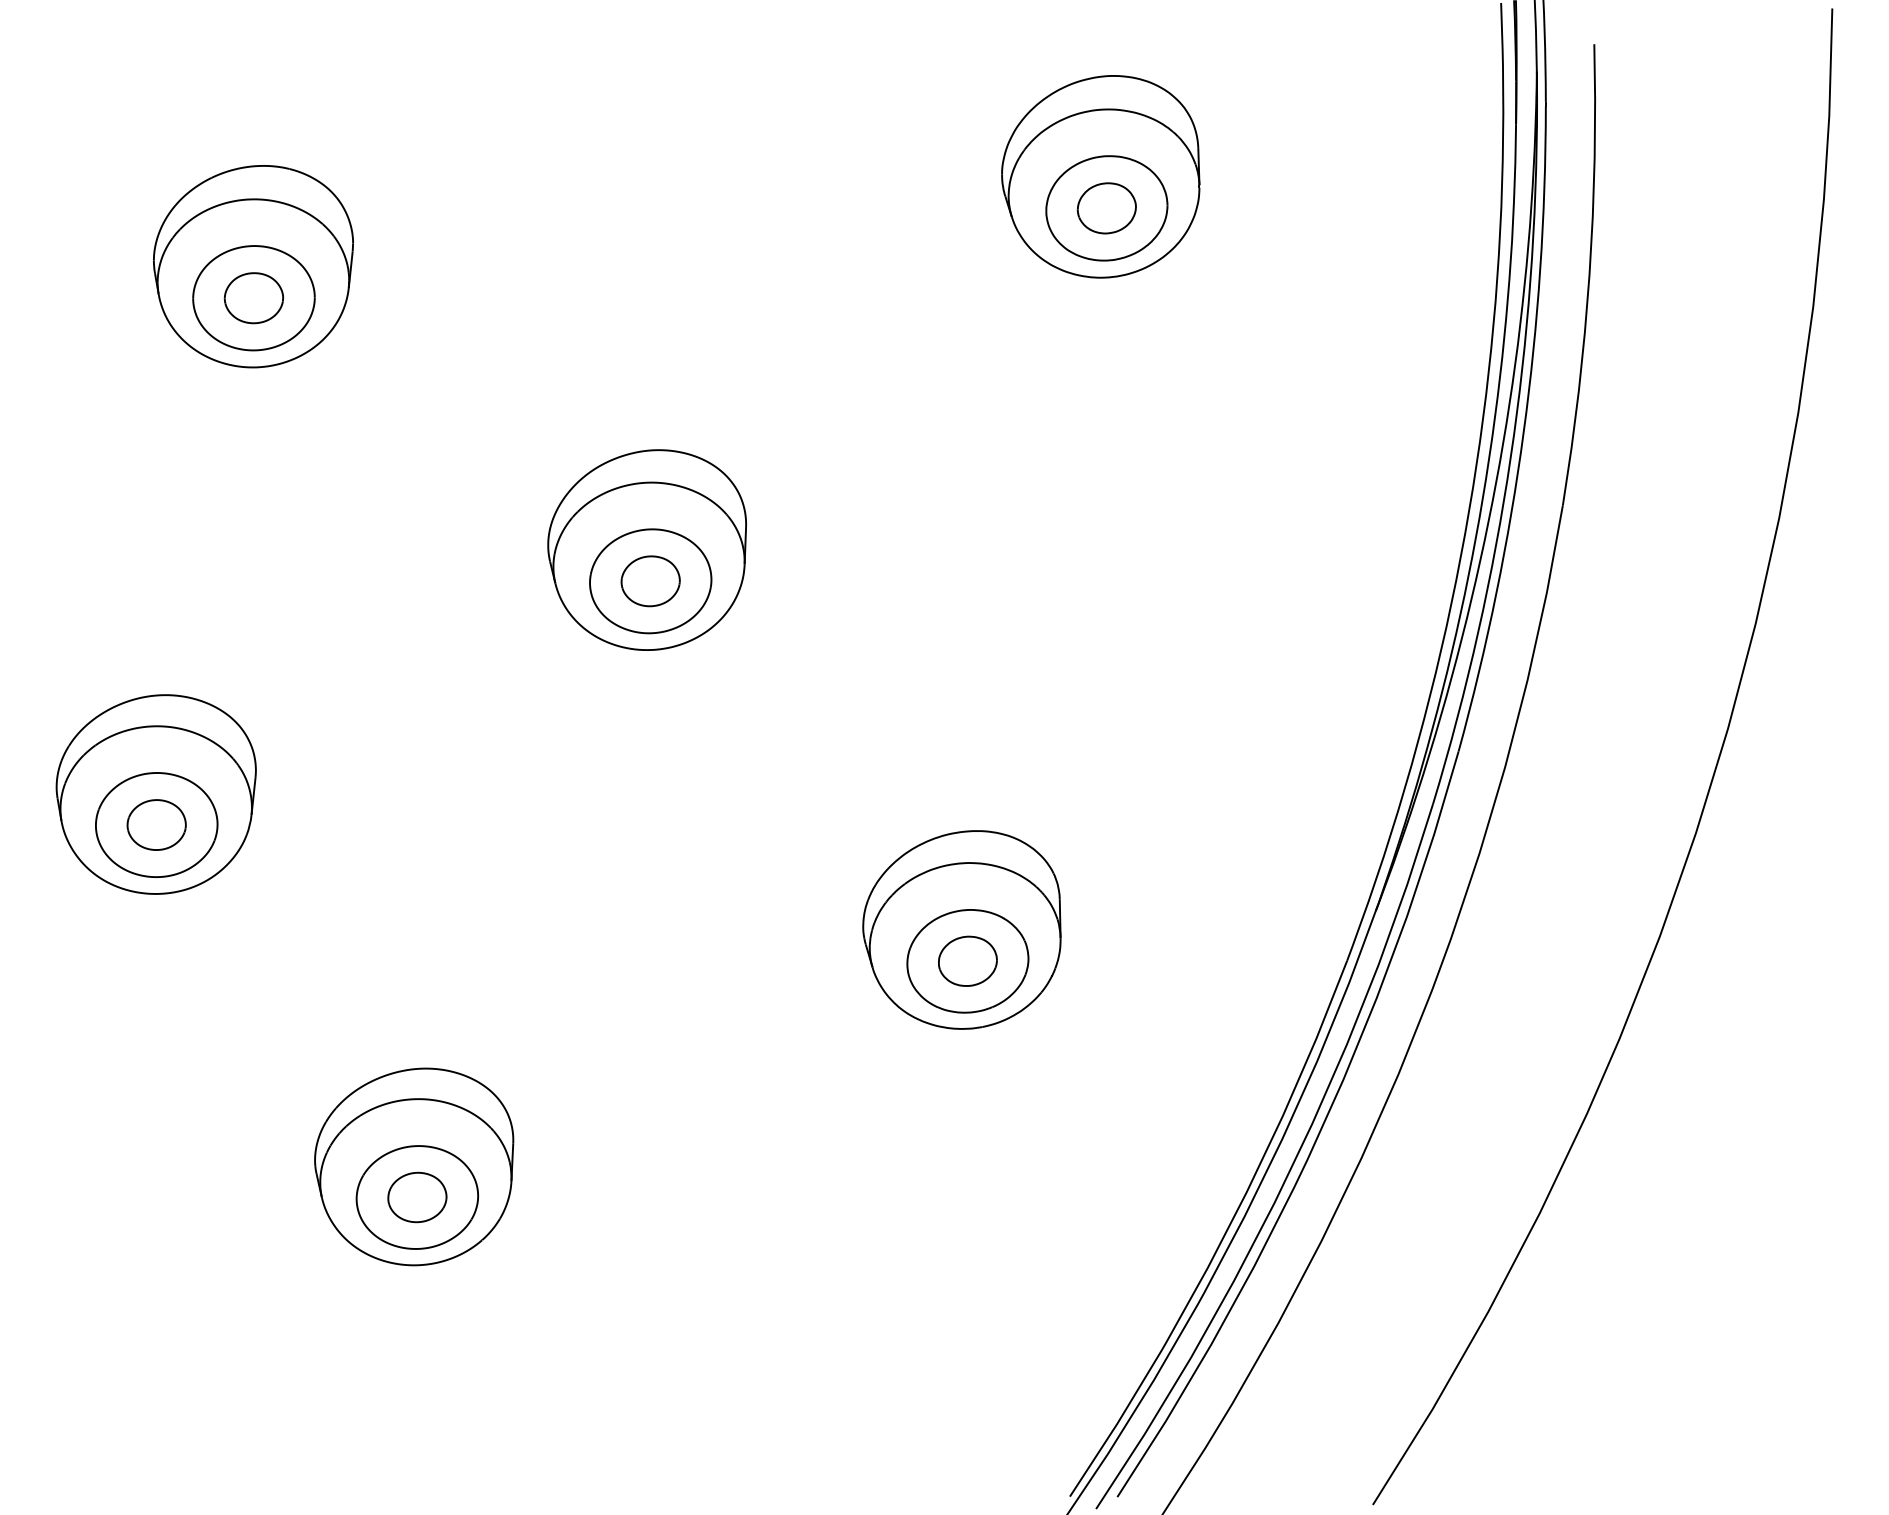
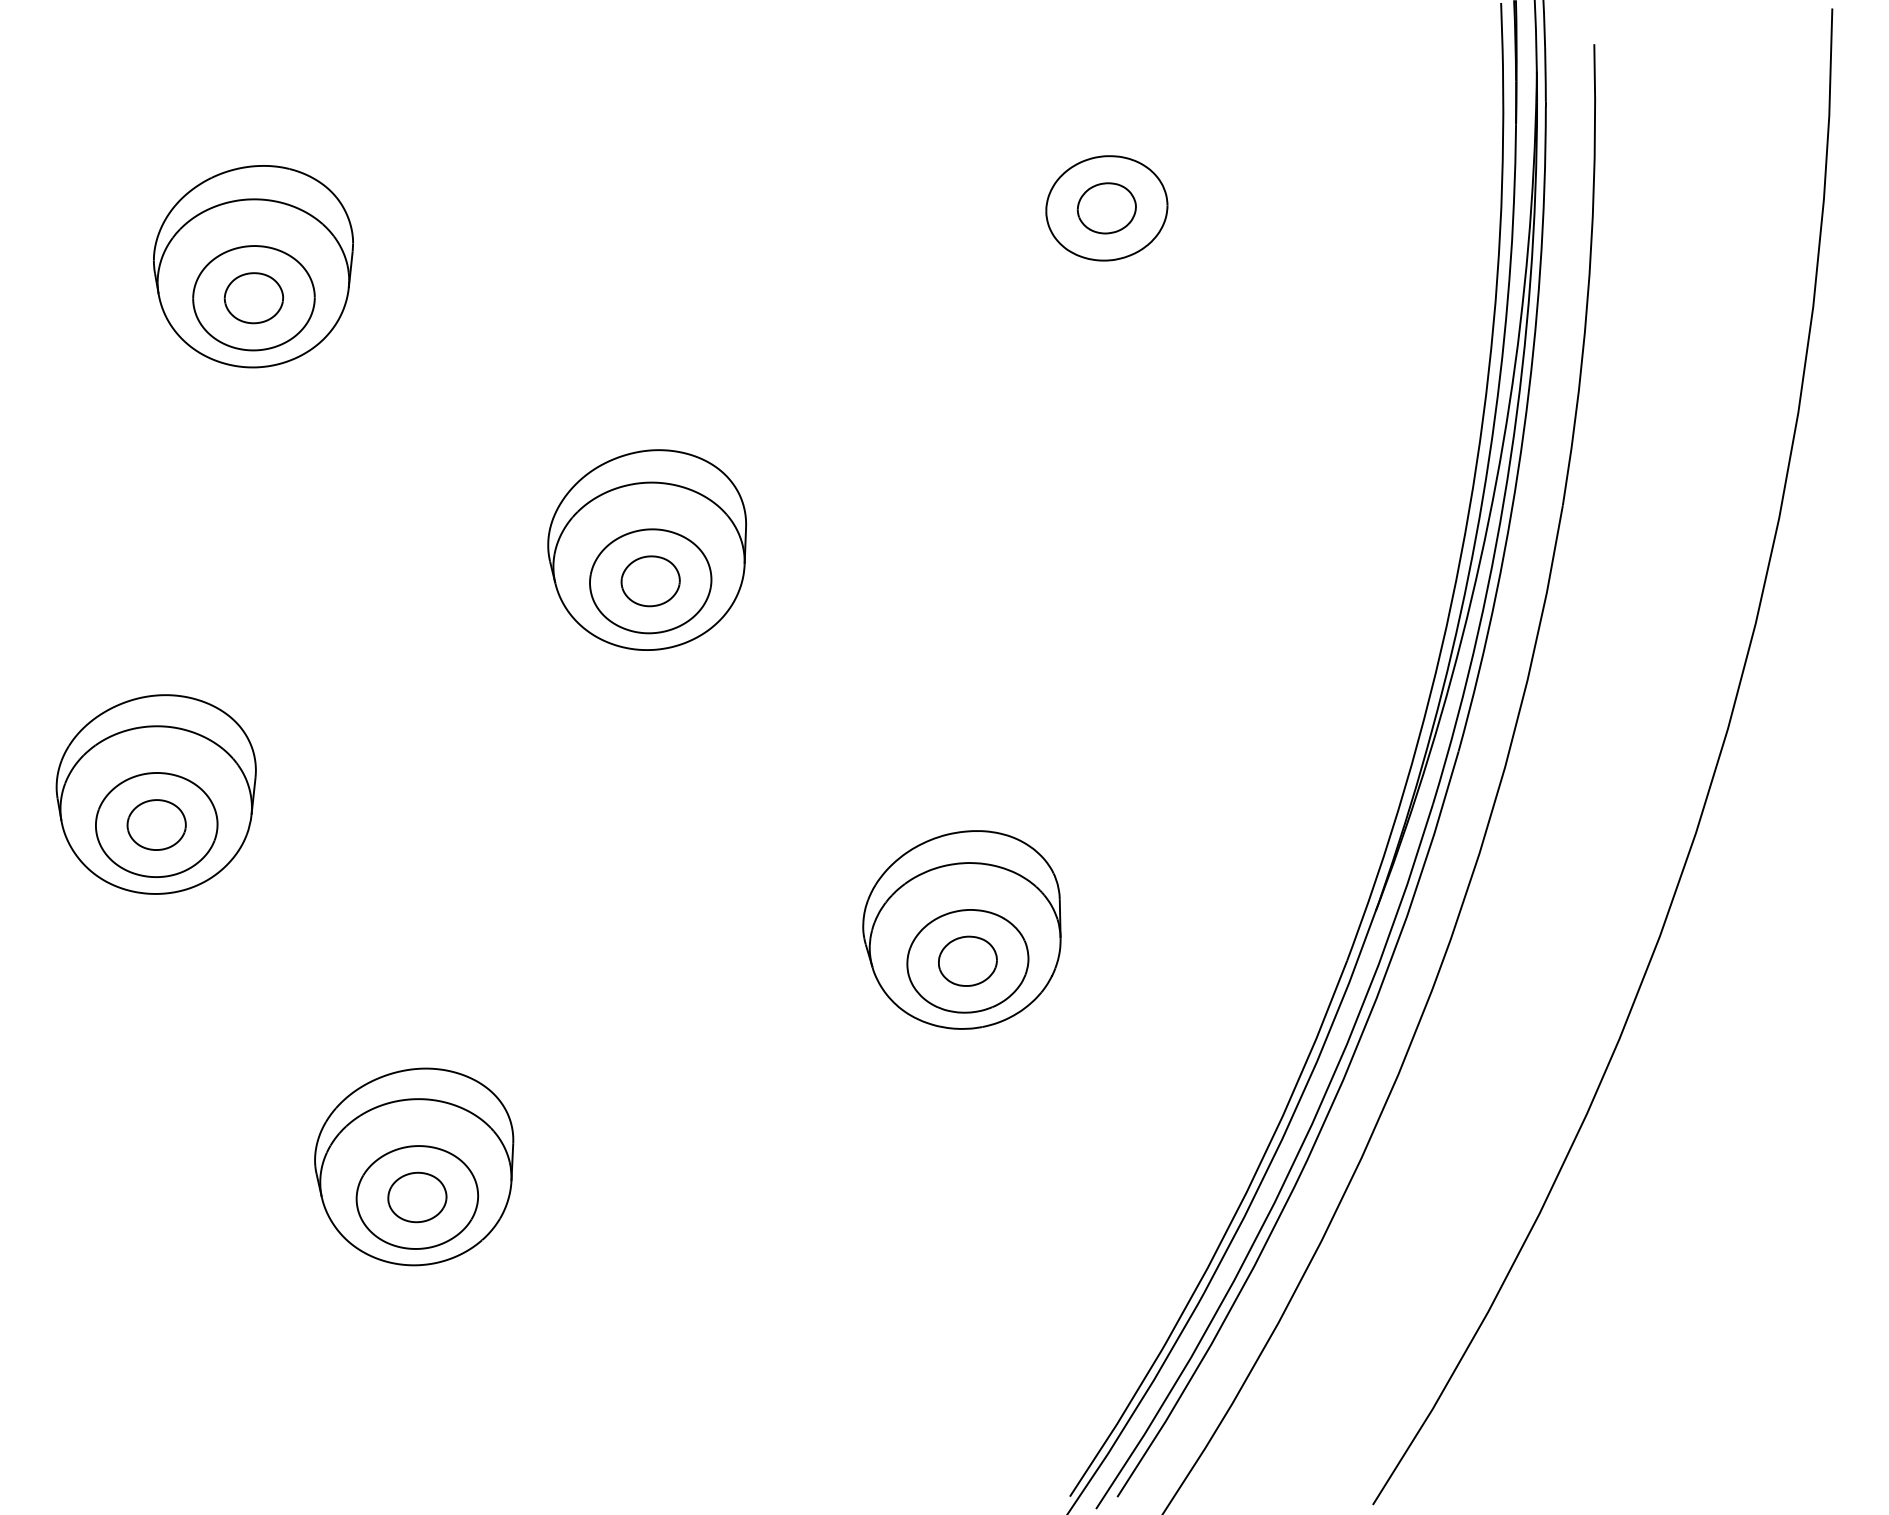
part at (1100, 176): present -> none
